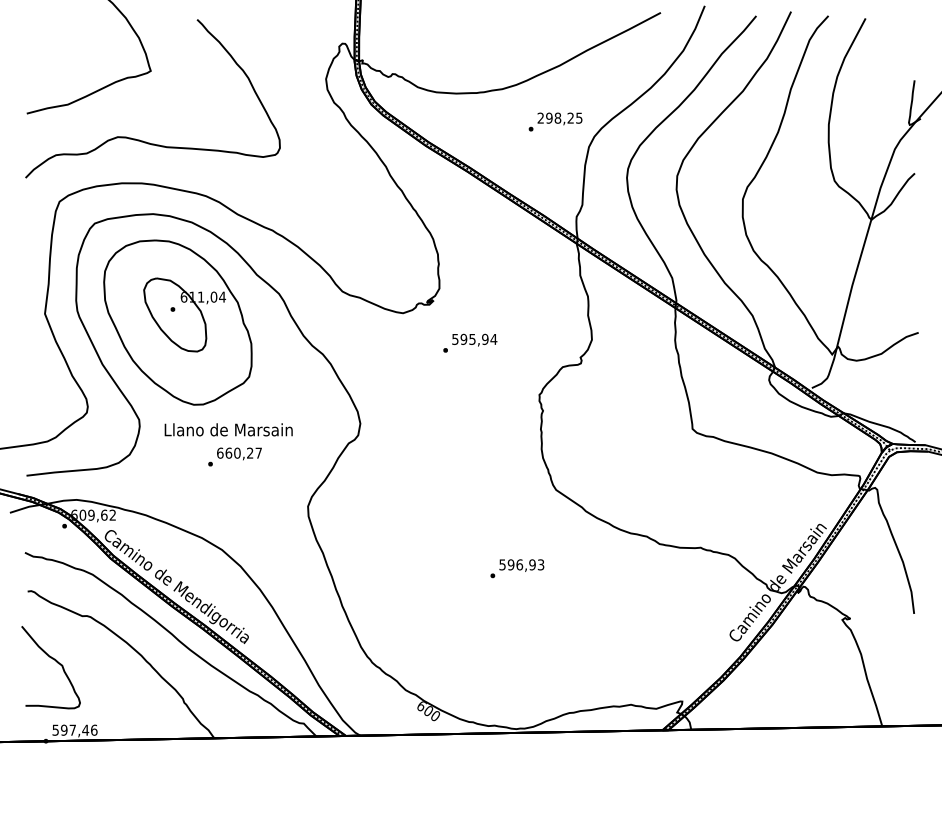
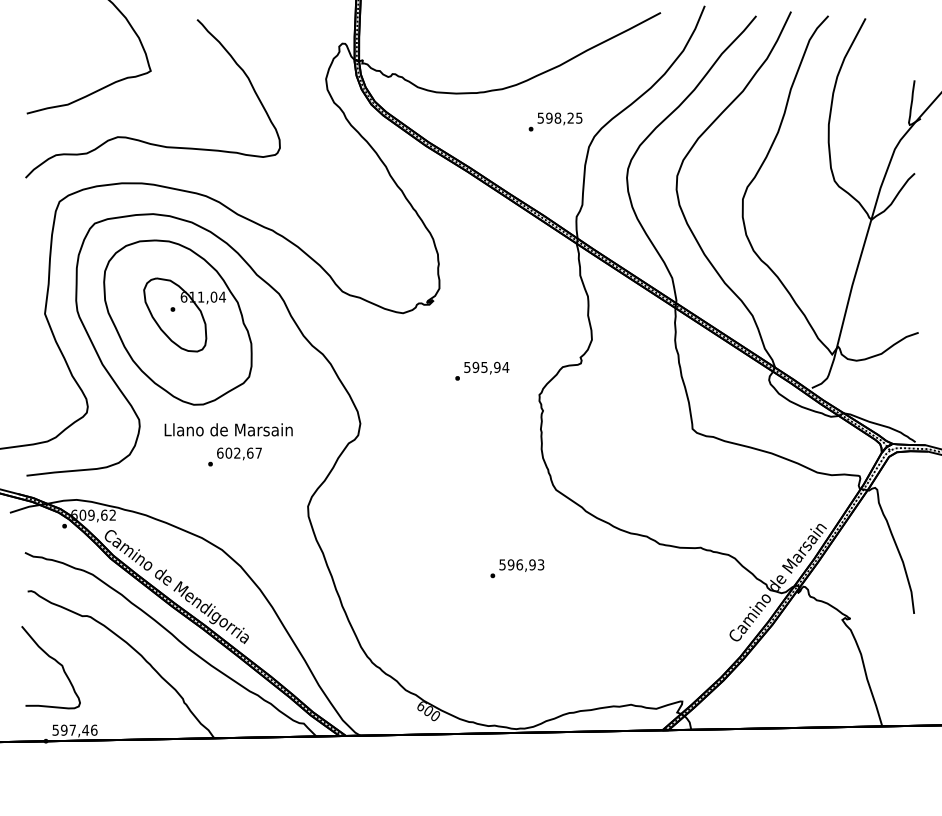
text at (540, 117): 298,25 -> 598,25
text at (470, 342) position: (470, 342) -> (482, 370)
text at (239, 452): 660,27 -> 602,67
